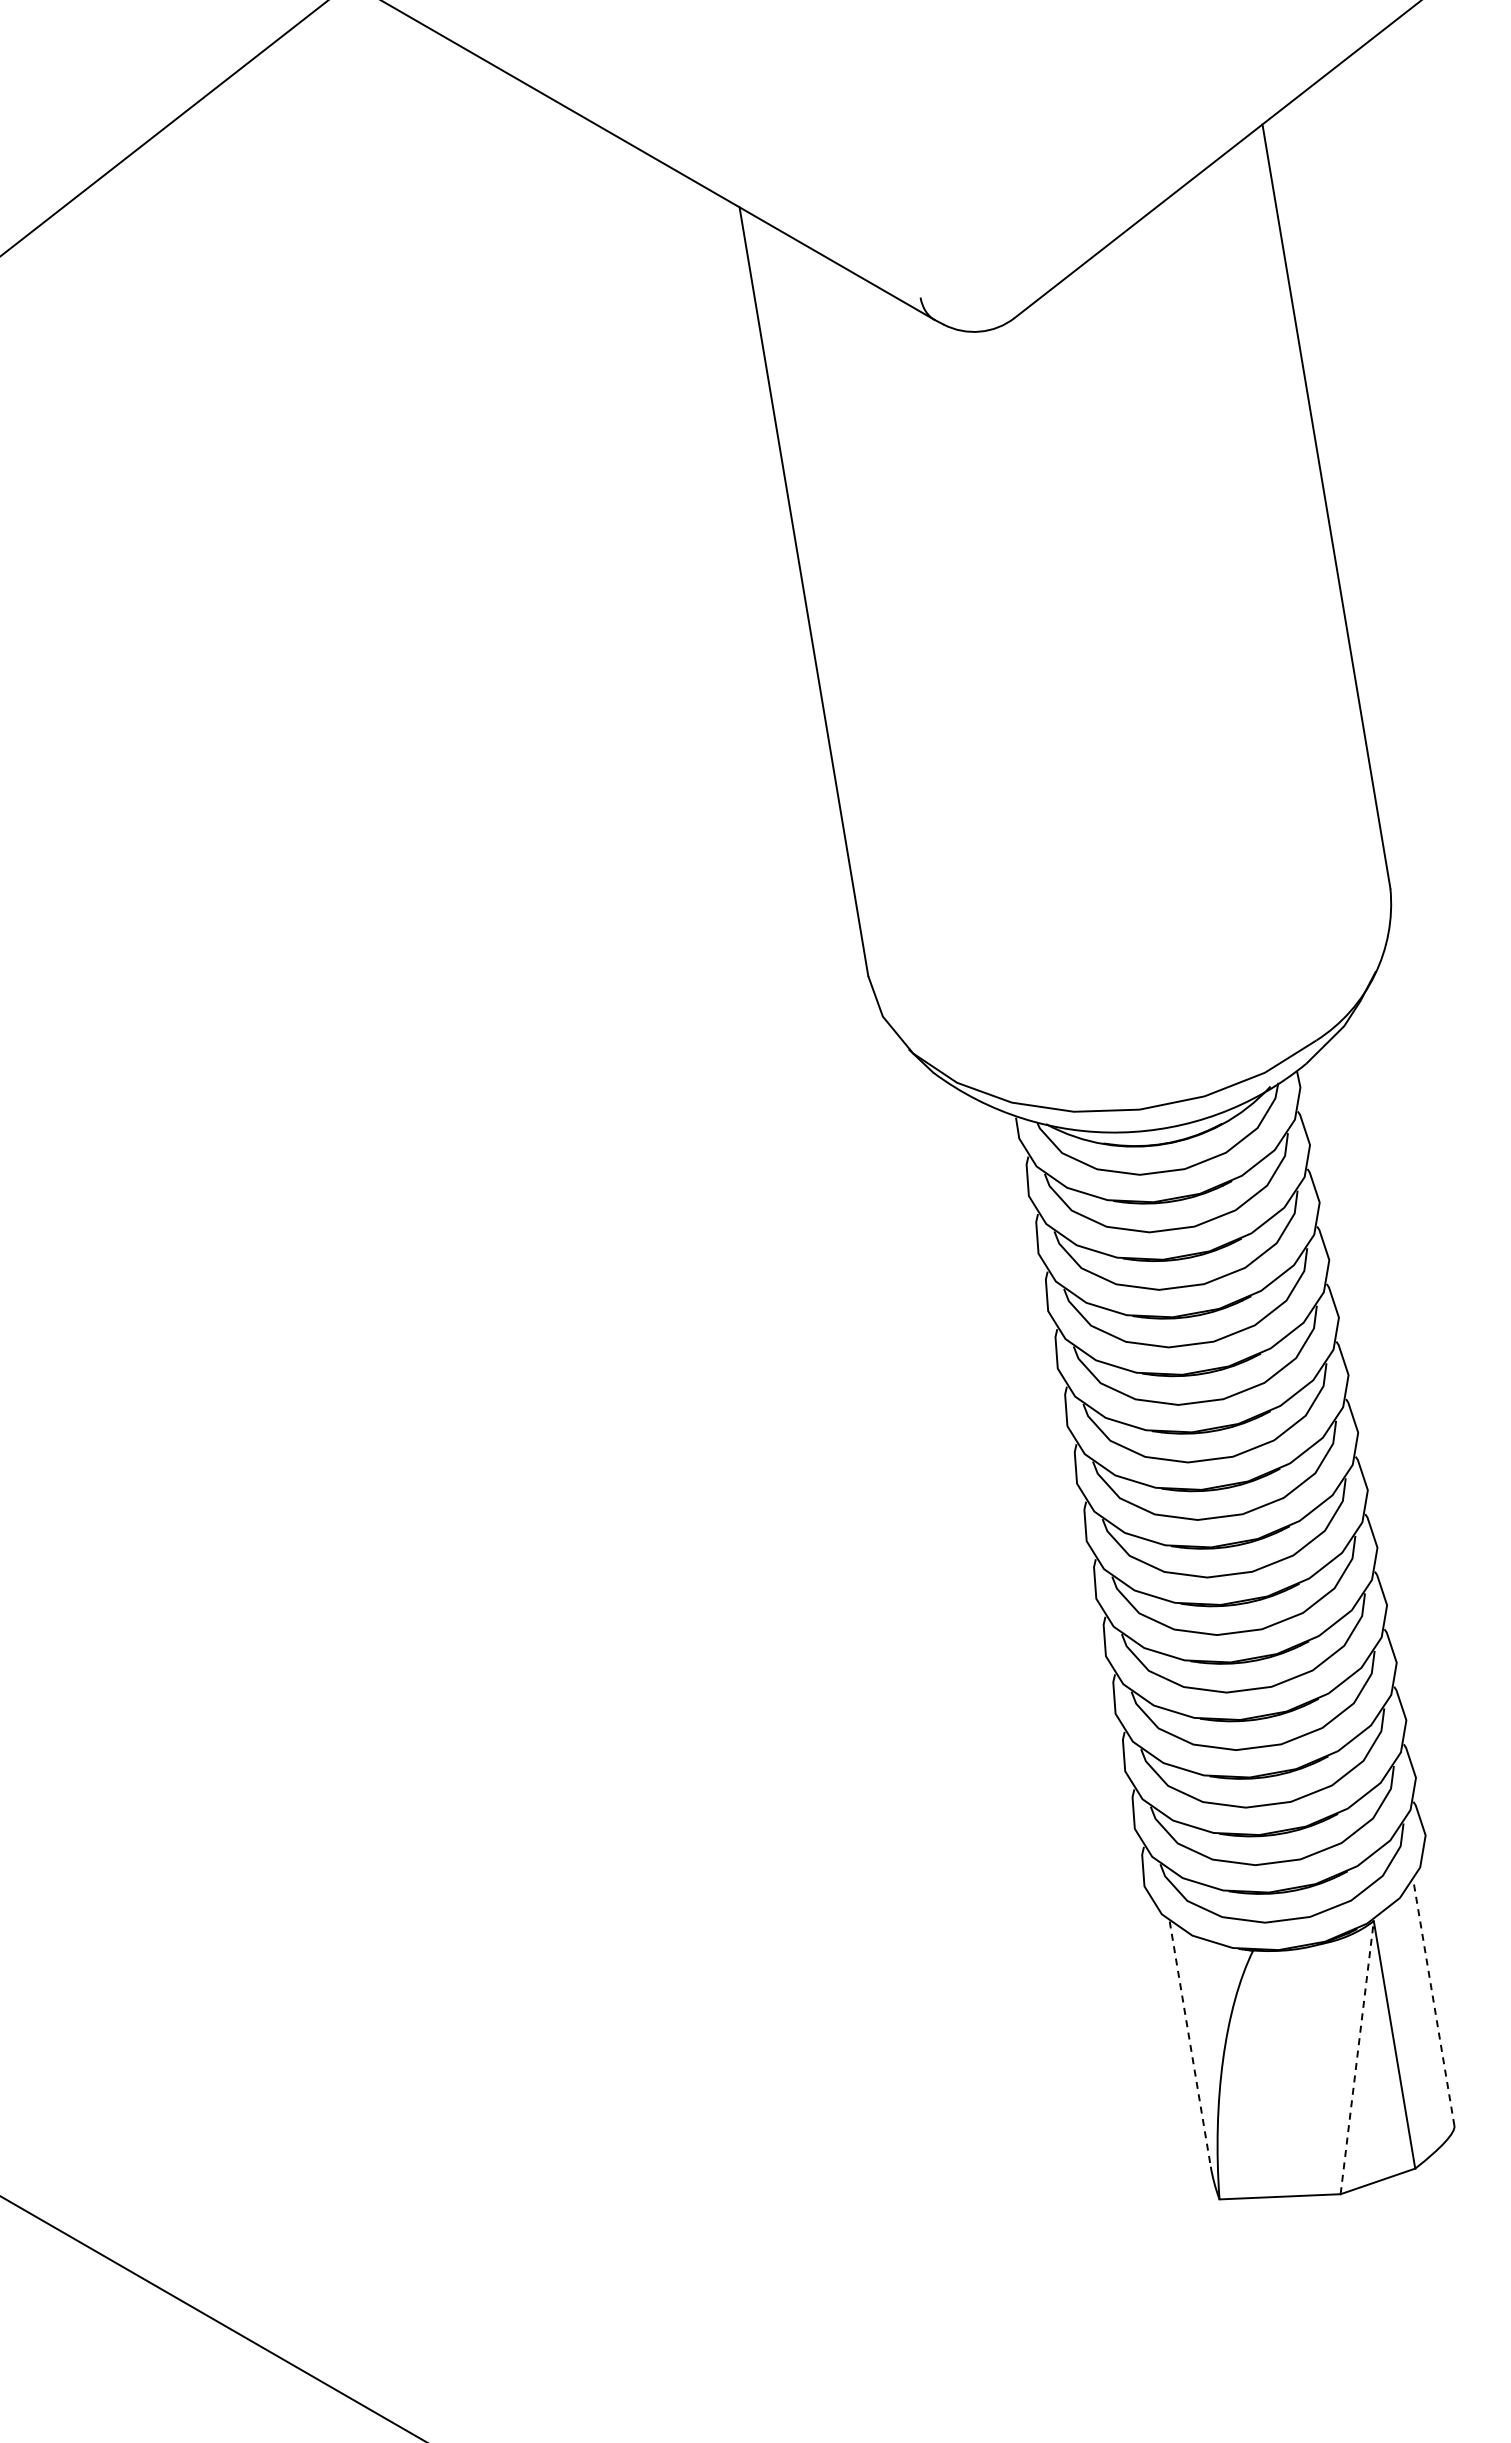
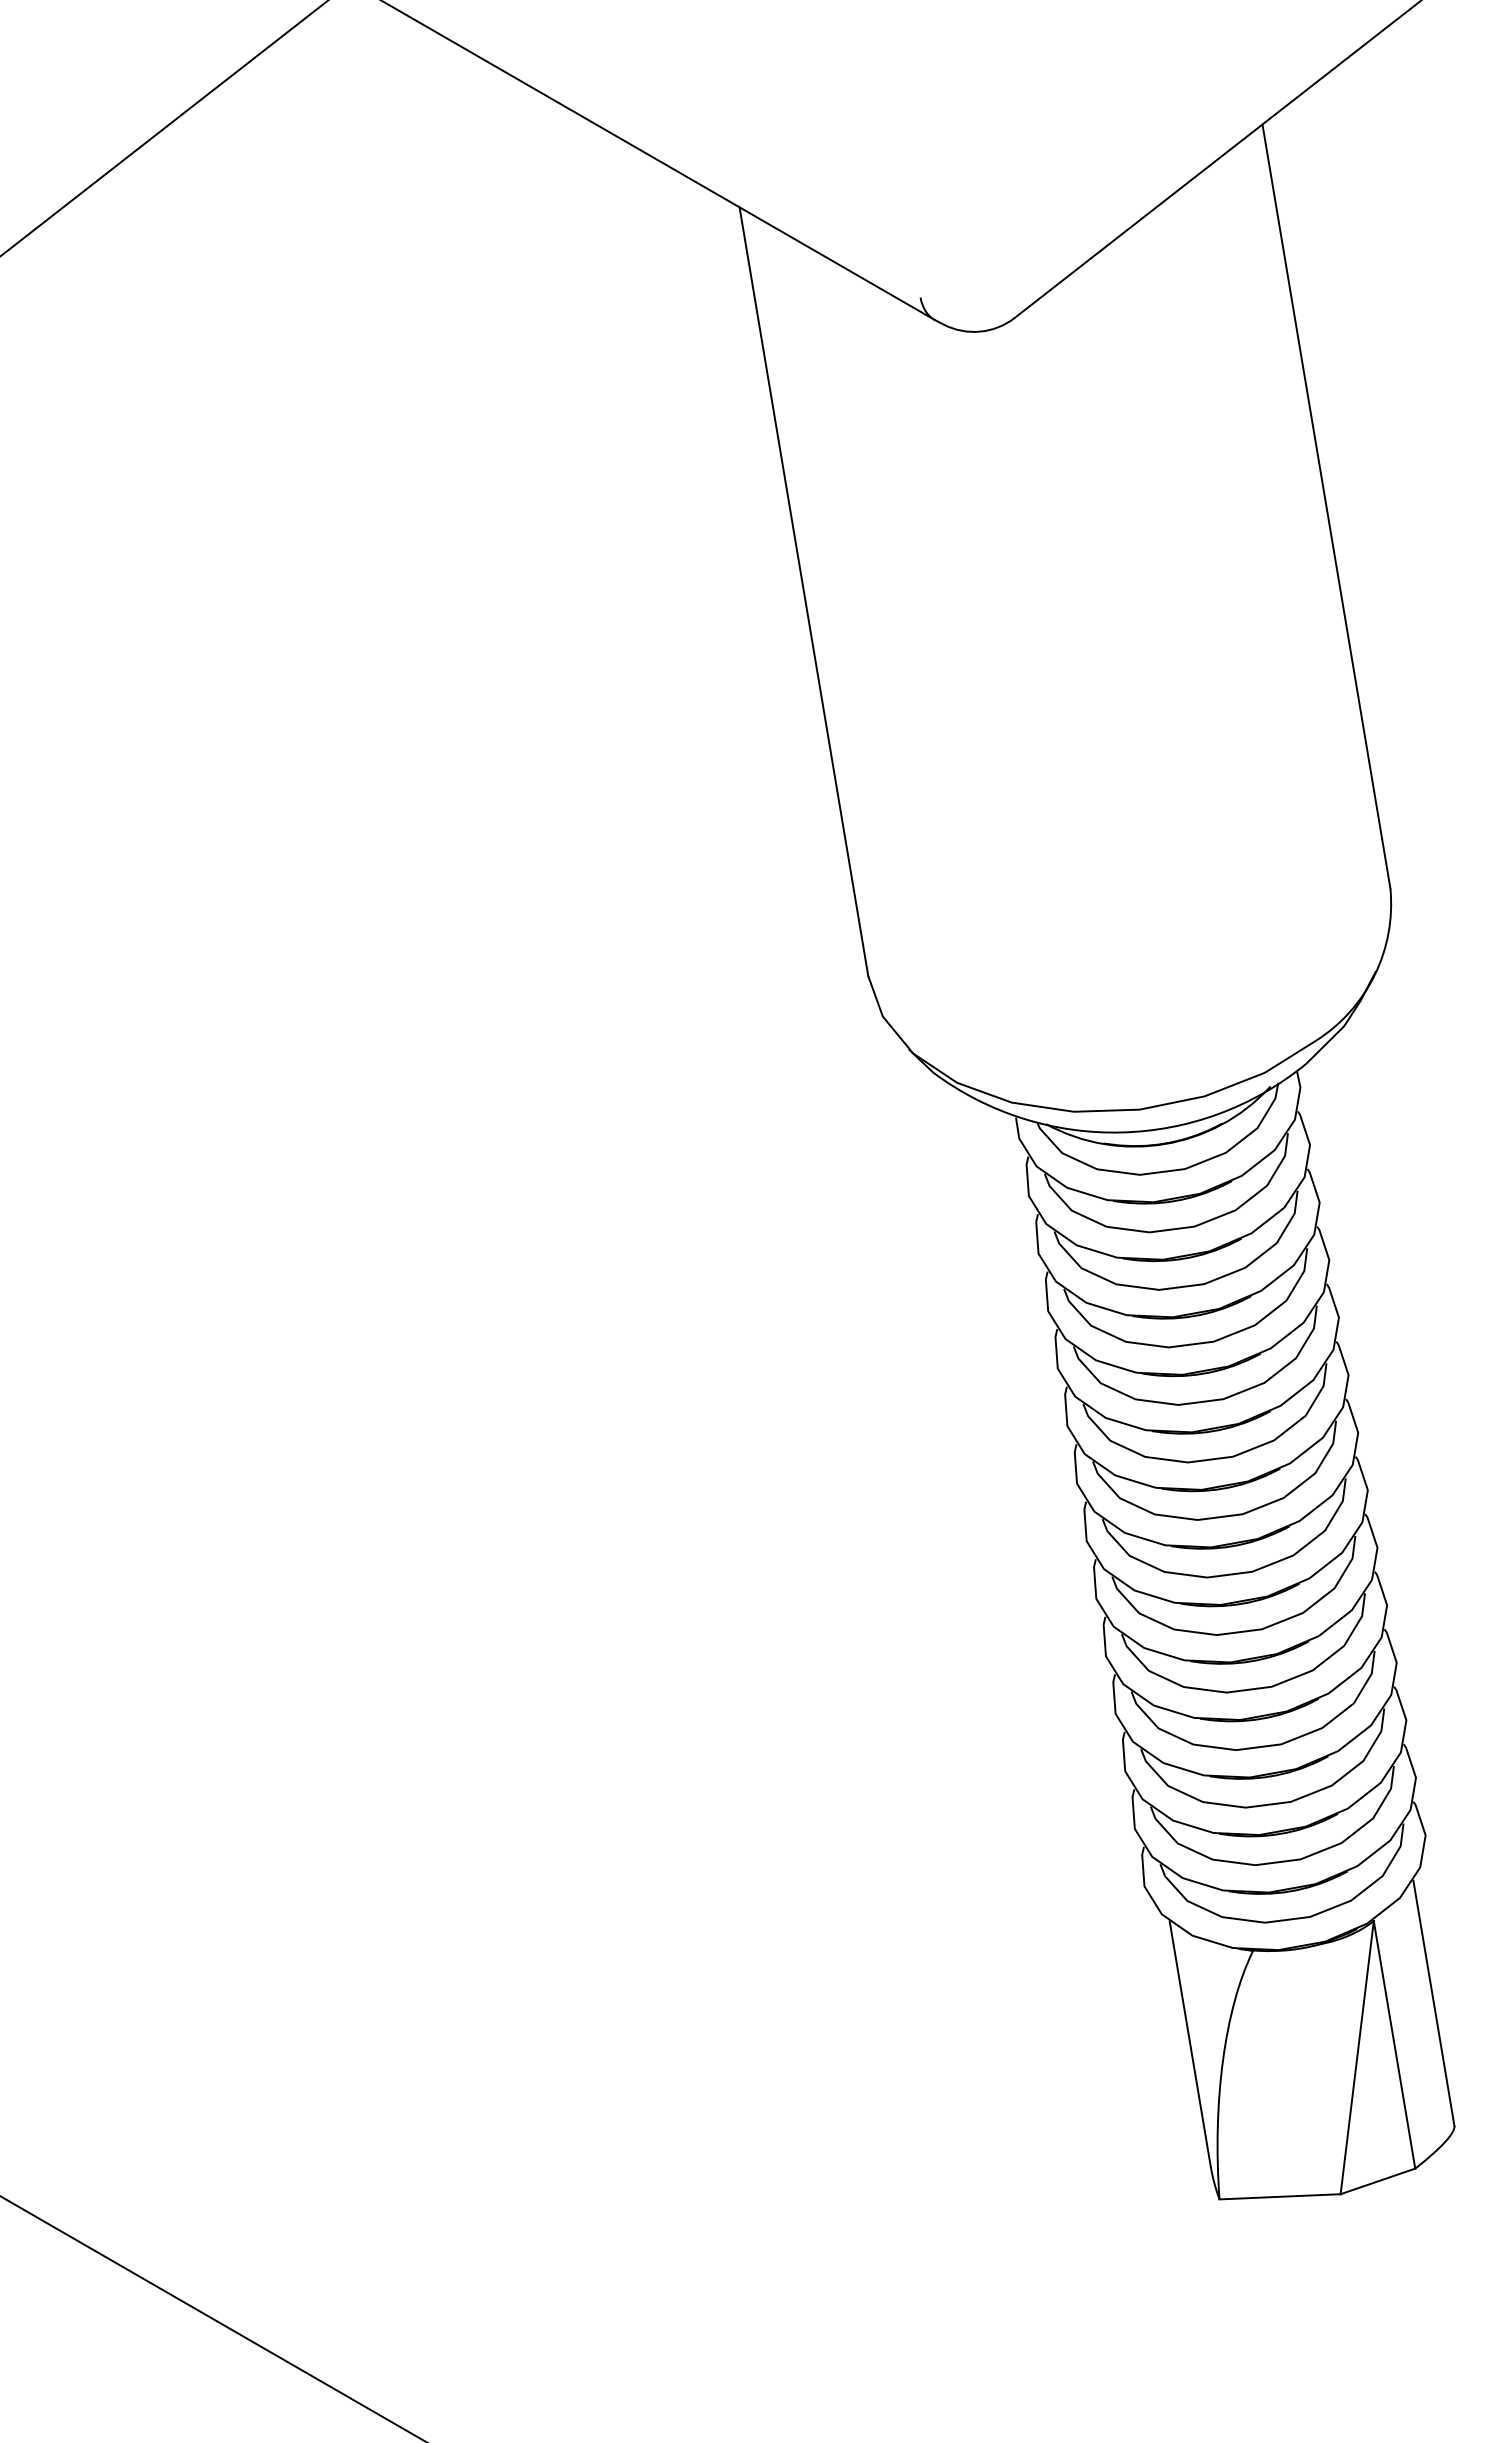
line at (1433, 2002): dashed -> solid
line at (1190, 2044): dashed -> solid
line at (1357, 2057): dashed -> solid
